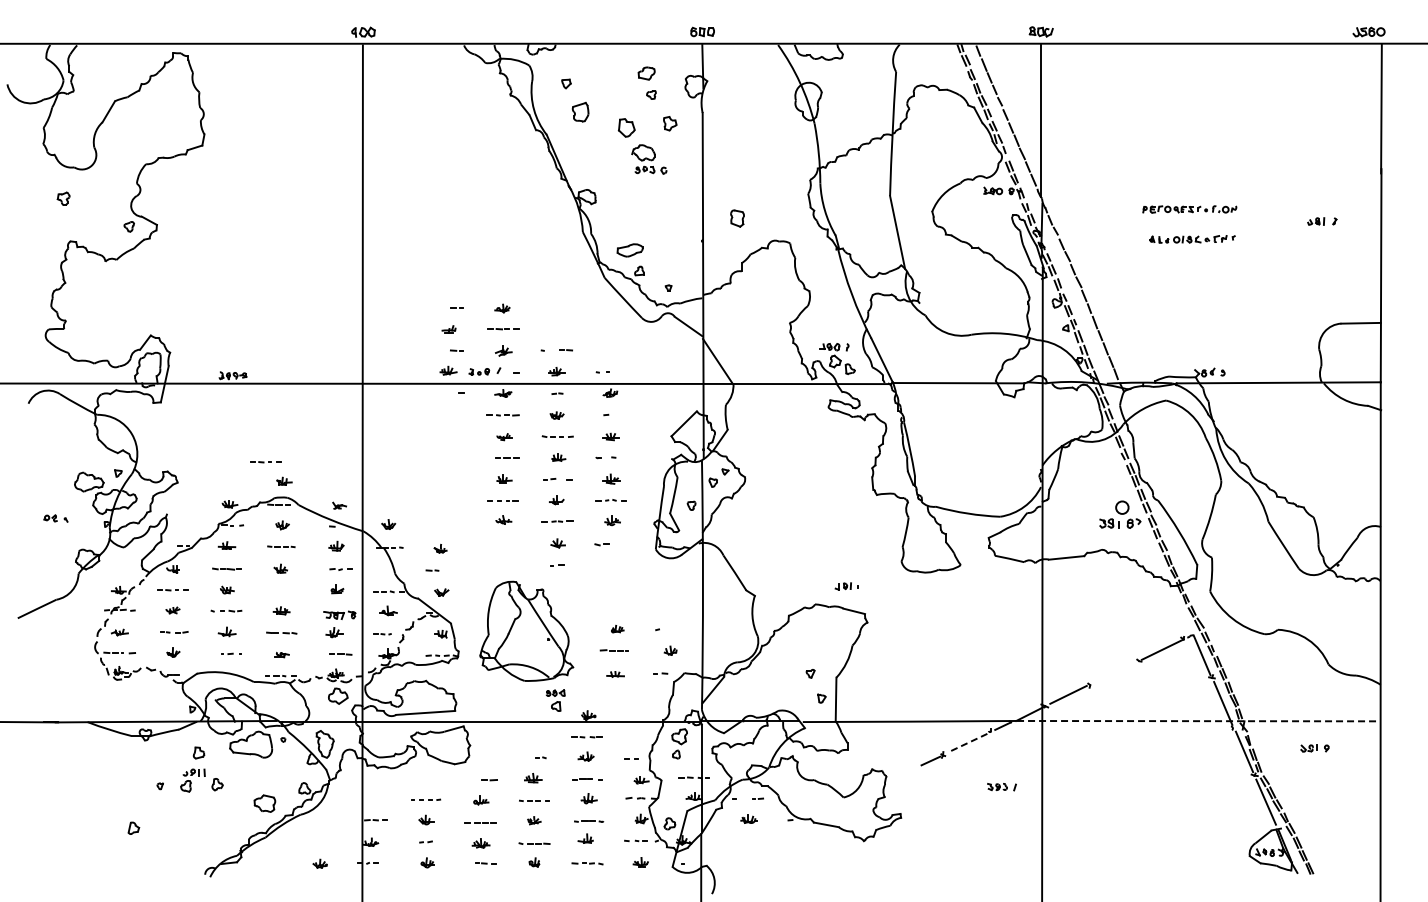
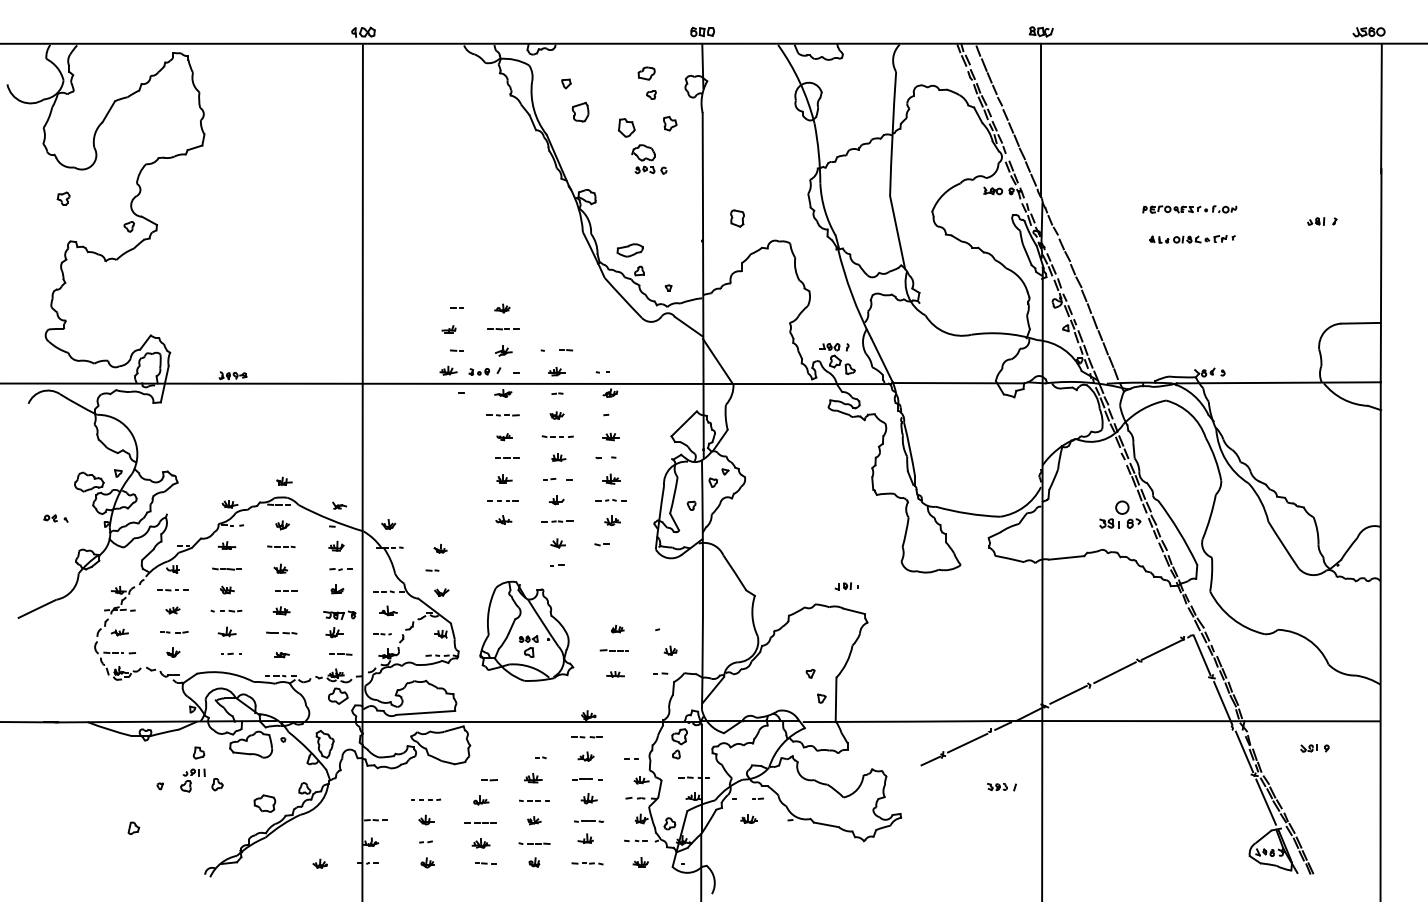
part at (265, 462): present -> none
line at (286, 590): none -> present
line at (1114, 672): none -> present
part at (555, 700) position: (555, 700) -> (528, 646)
line at (1198, 721): dashed -> solid
line at (967, 743): dashed -> solid
